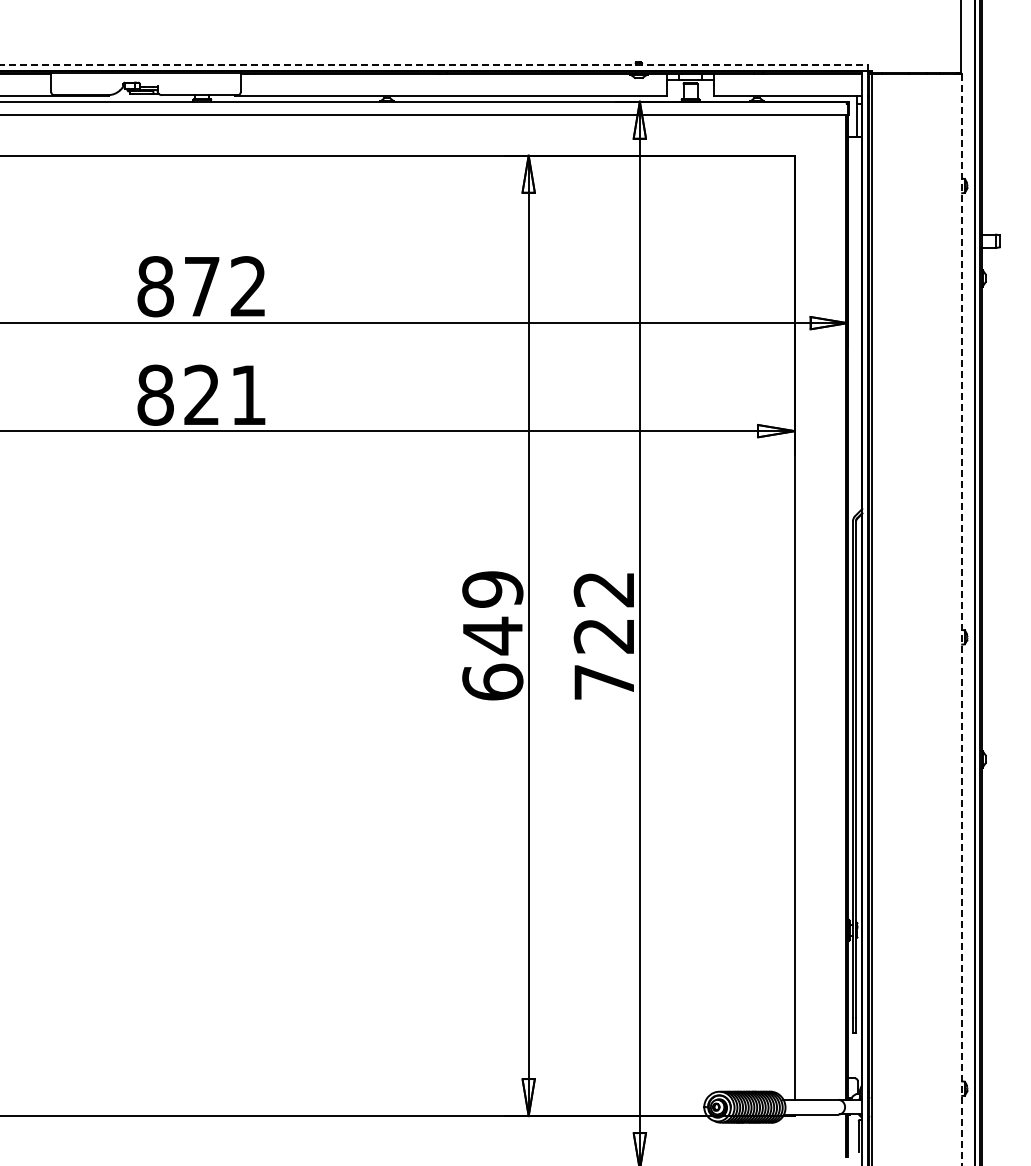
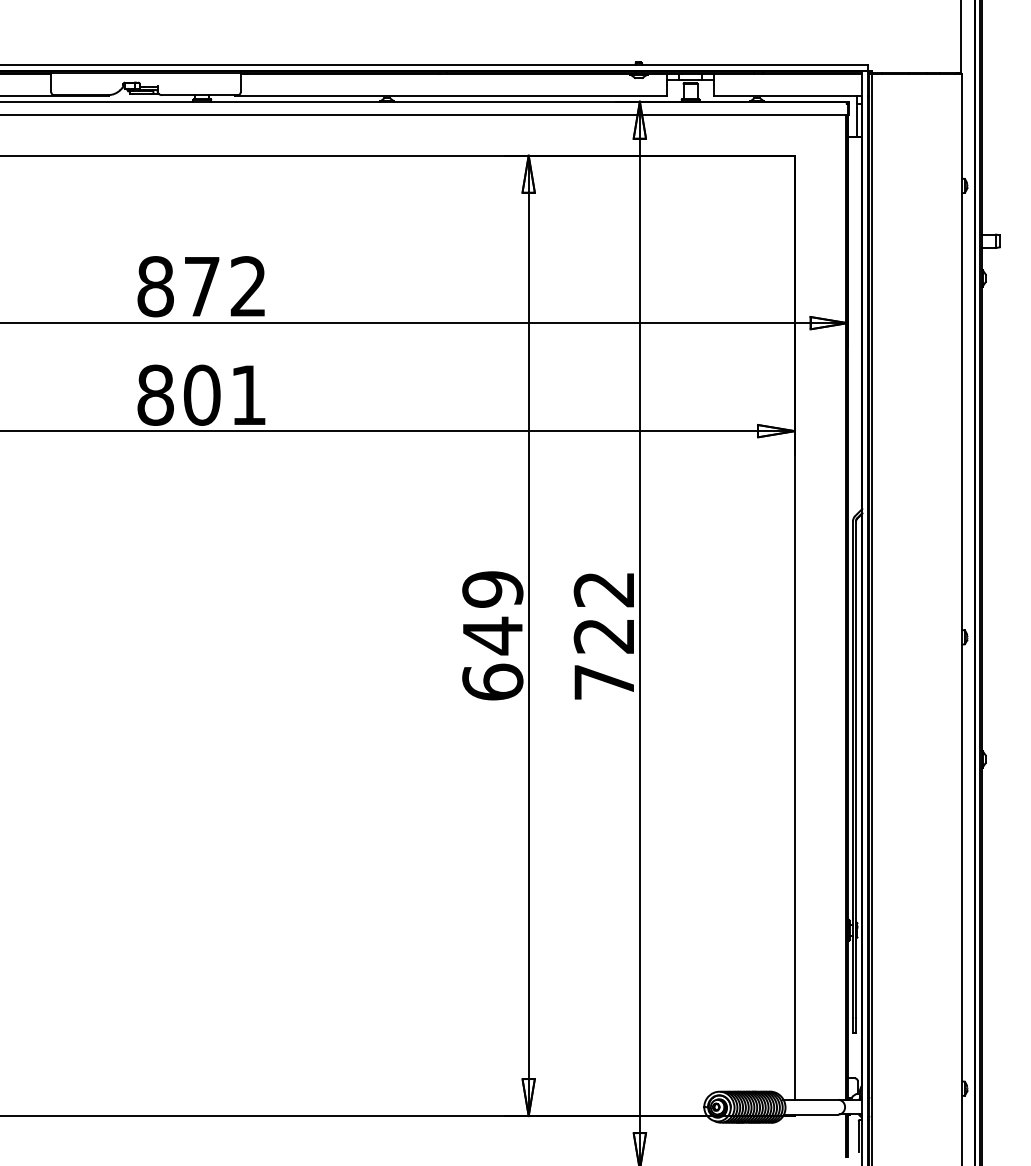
line at (434, 64): dashed -> solid
text at (201, 394): 821 -> 801
line at (962, 620): dashed -> solid
